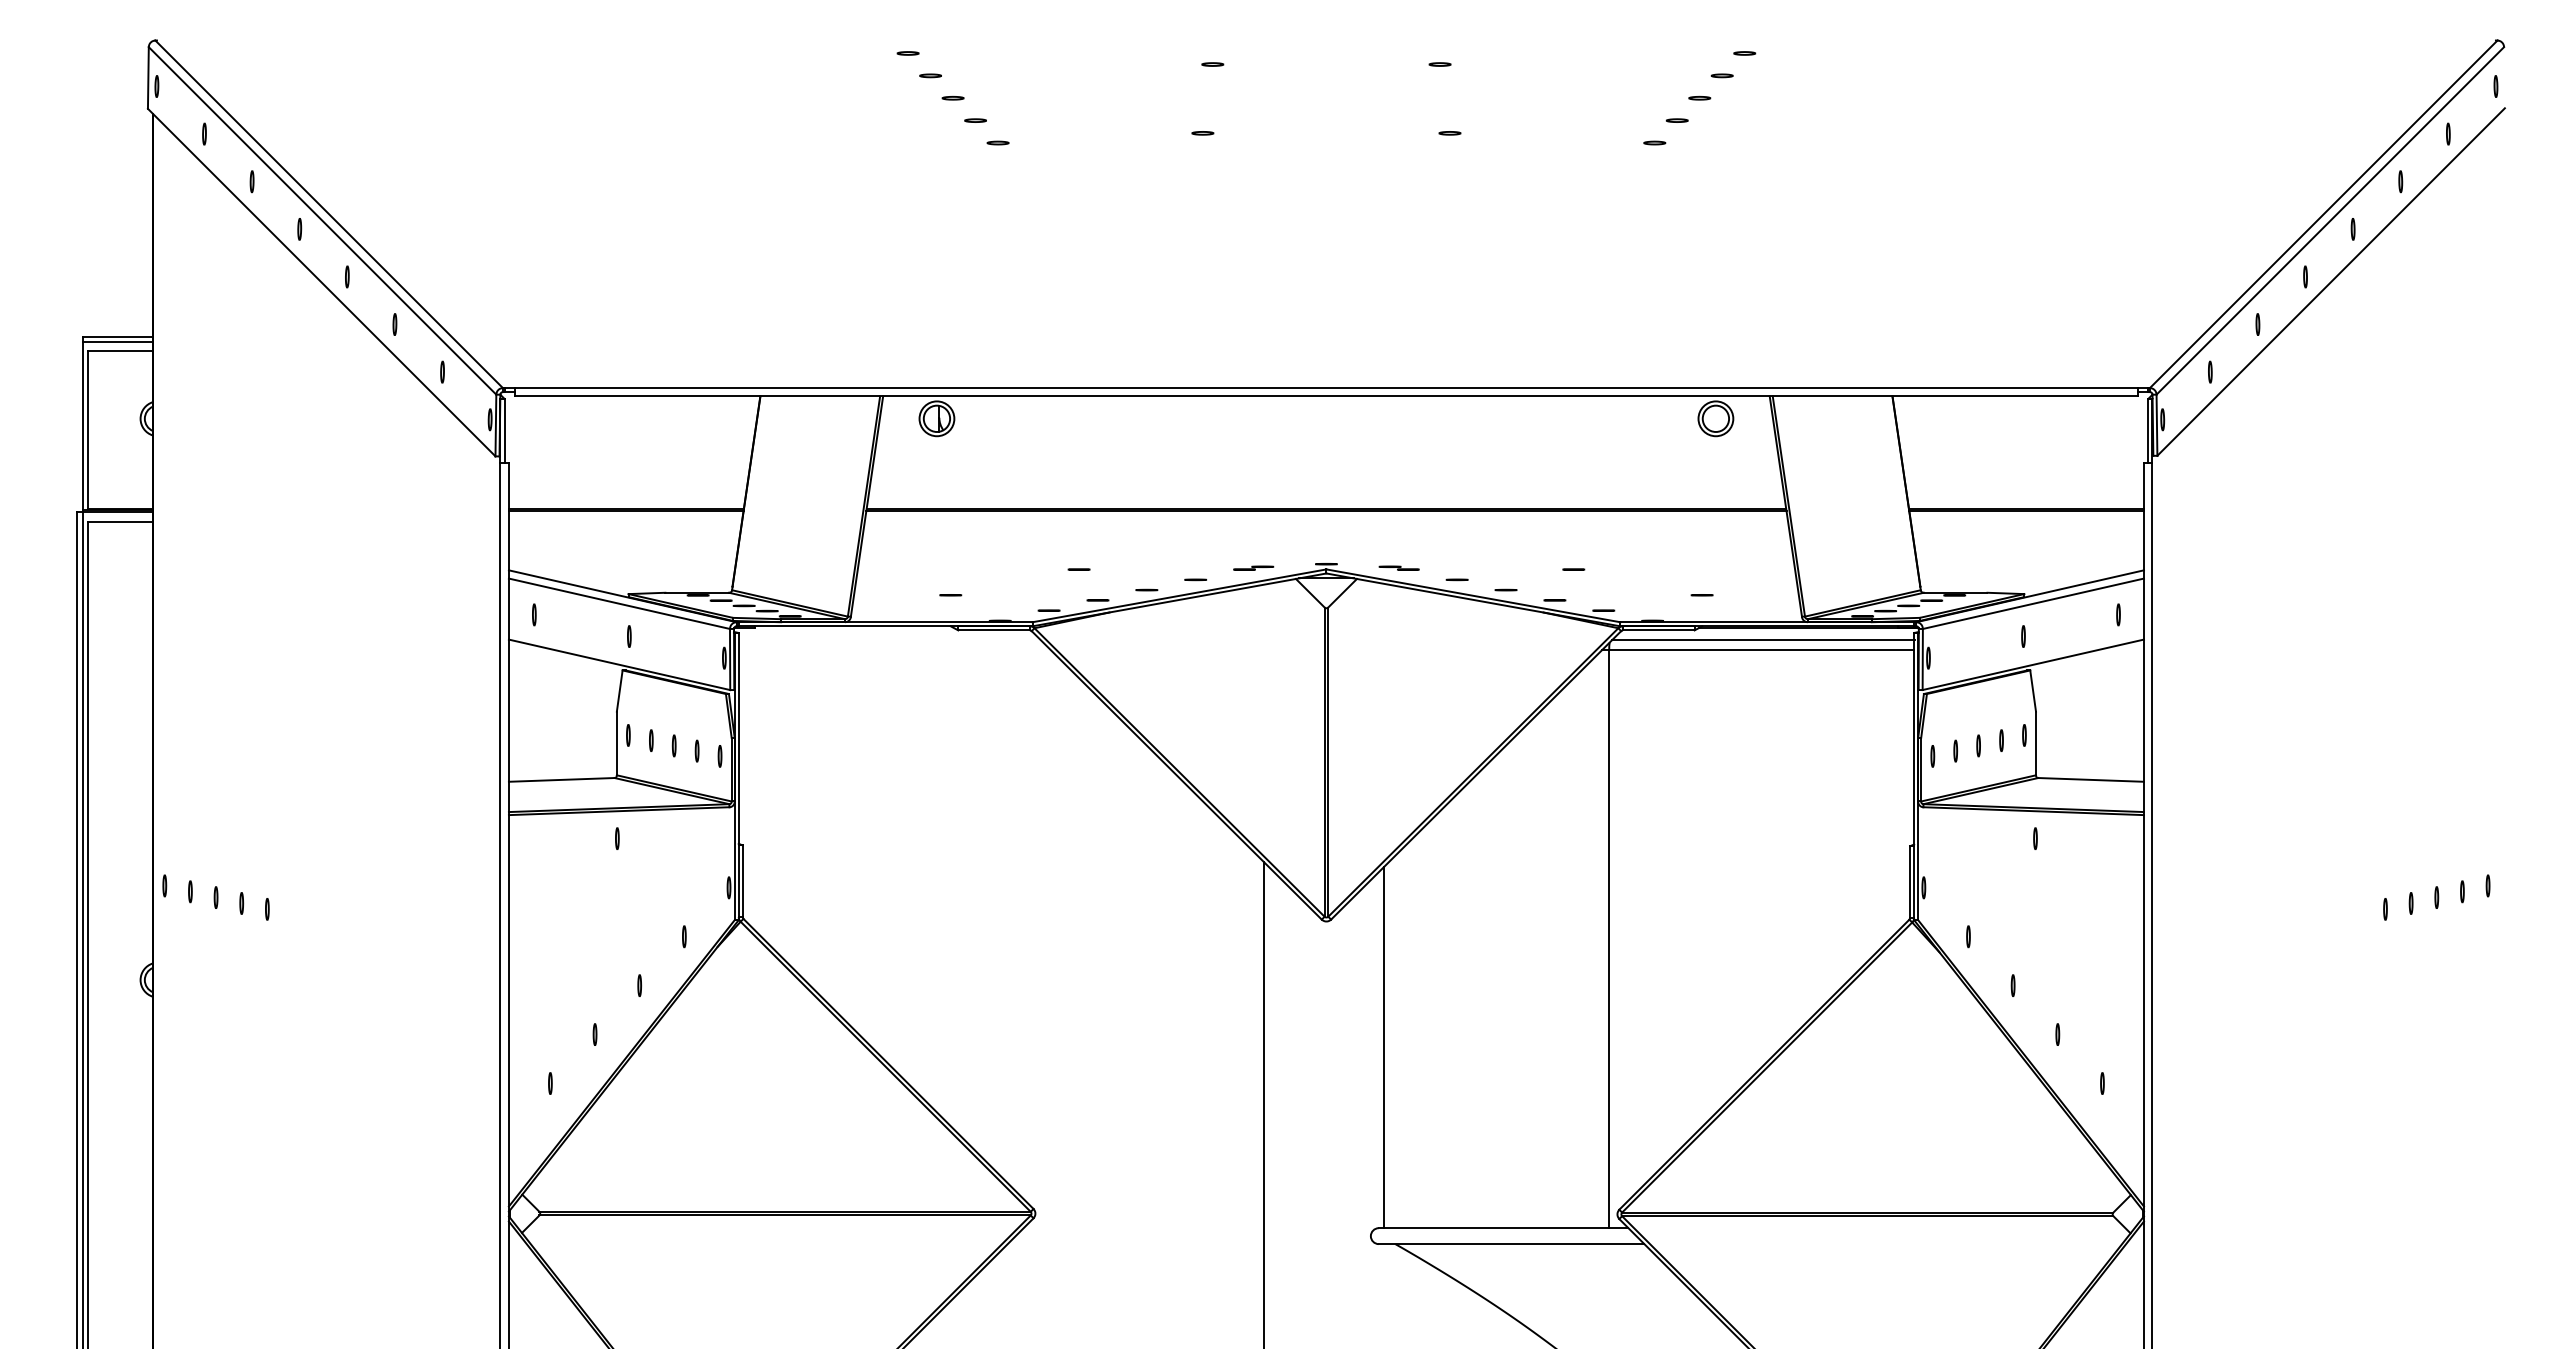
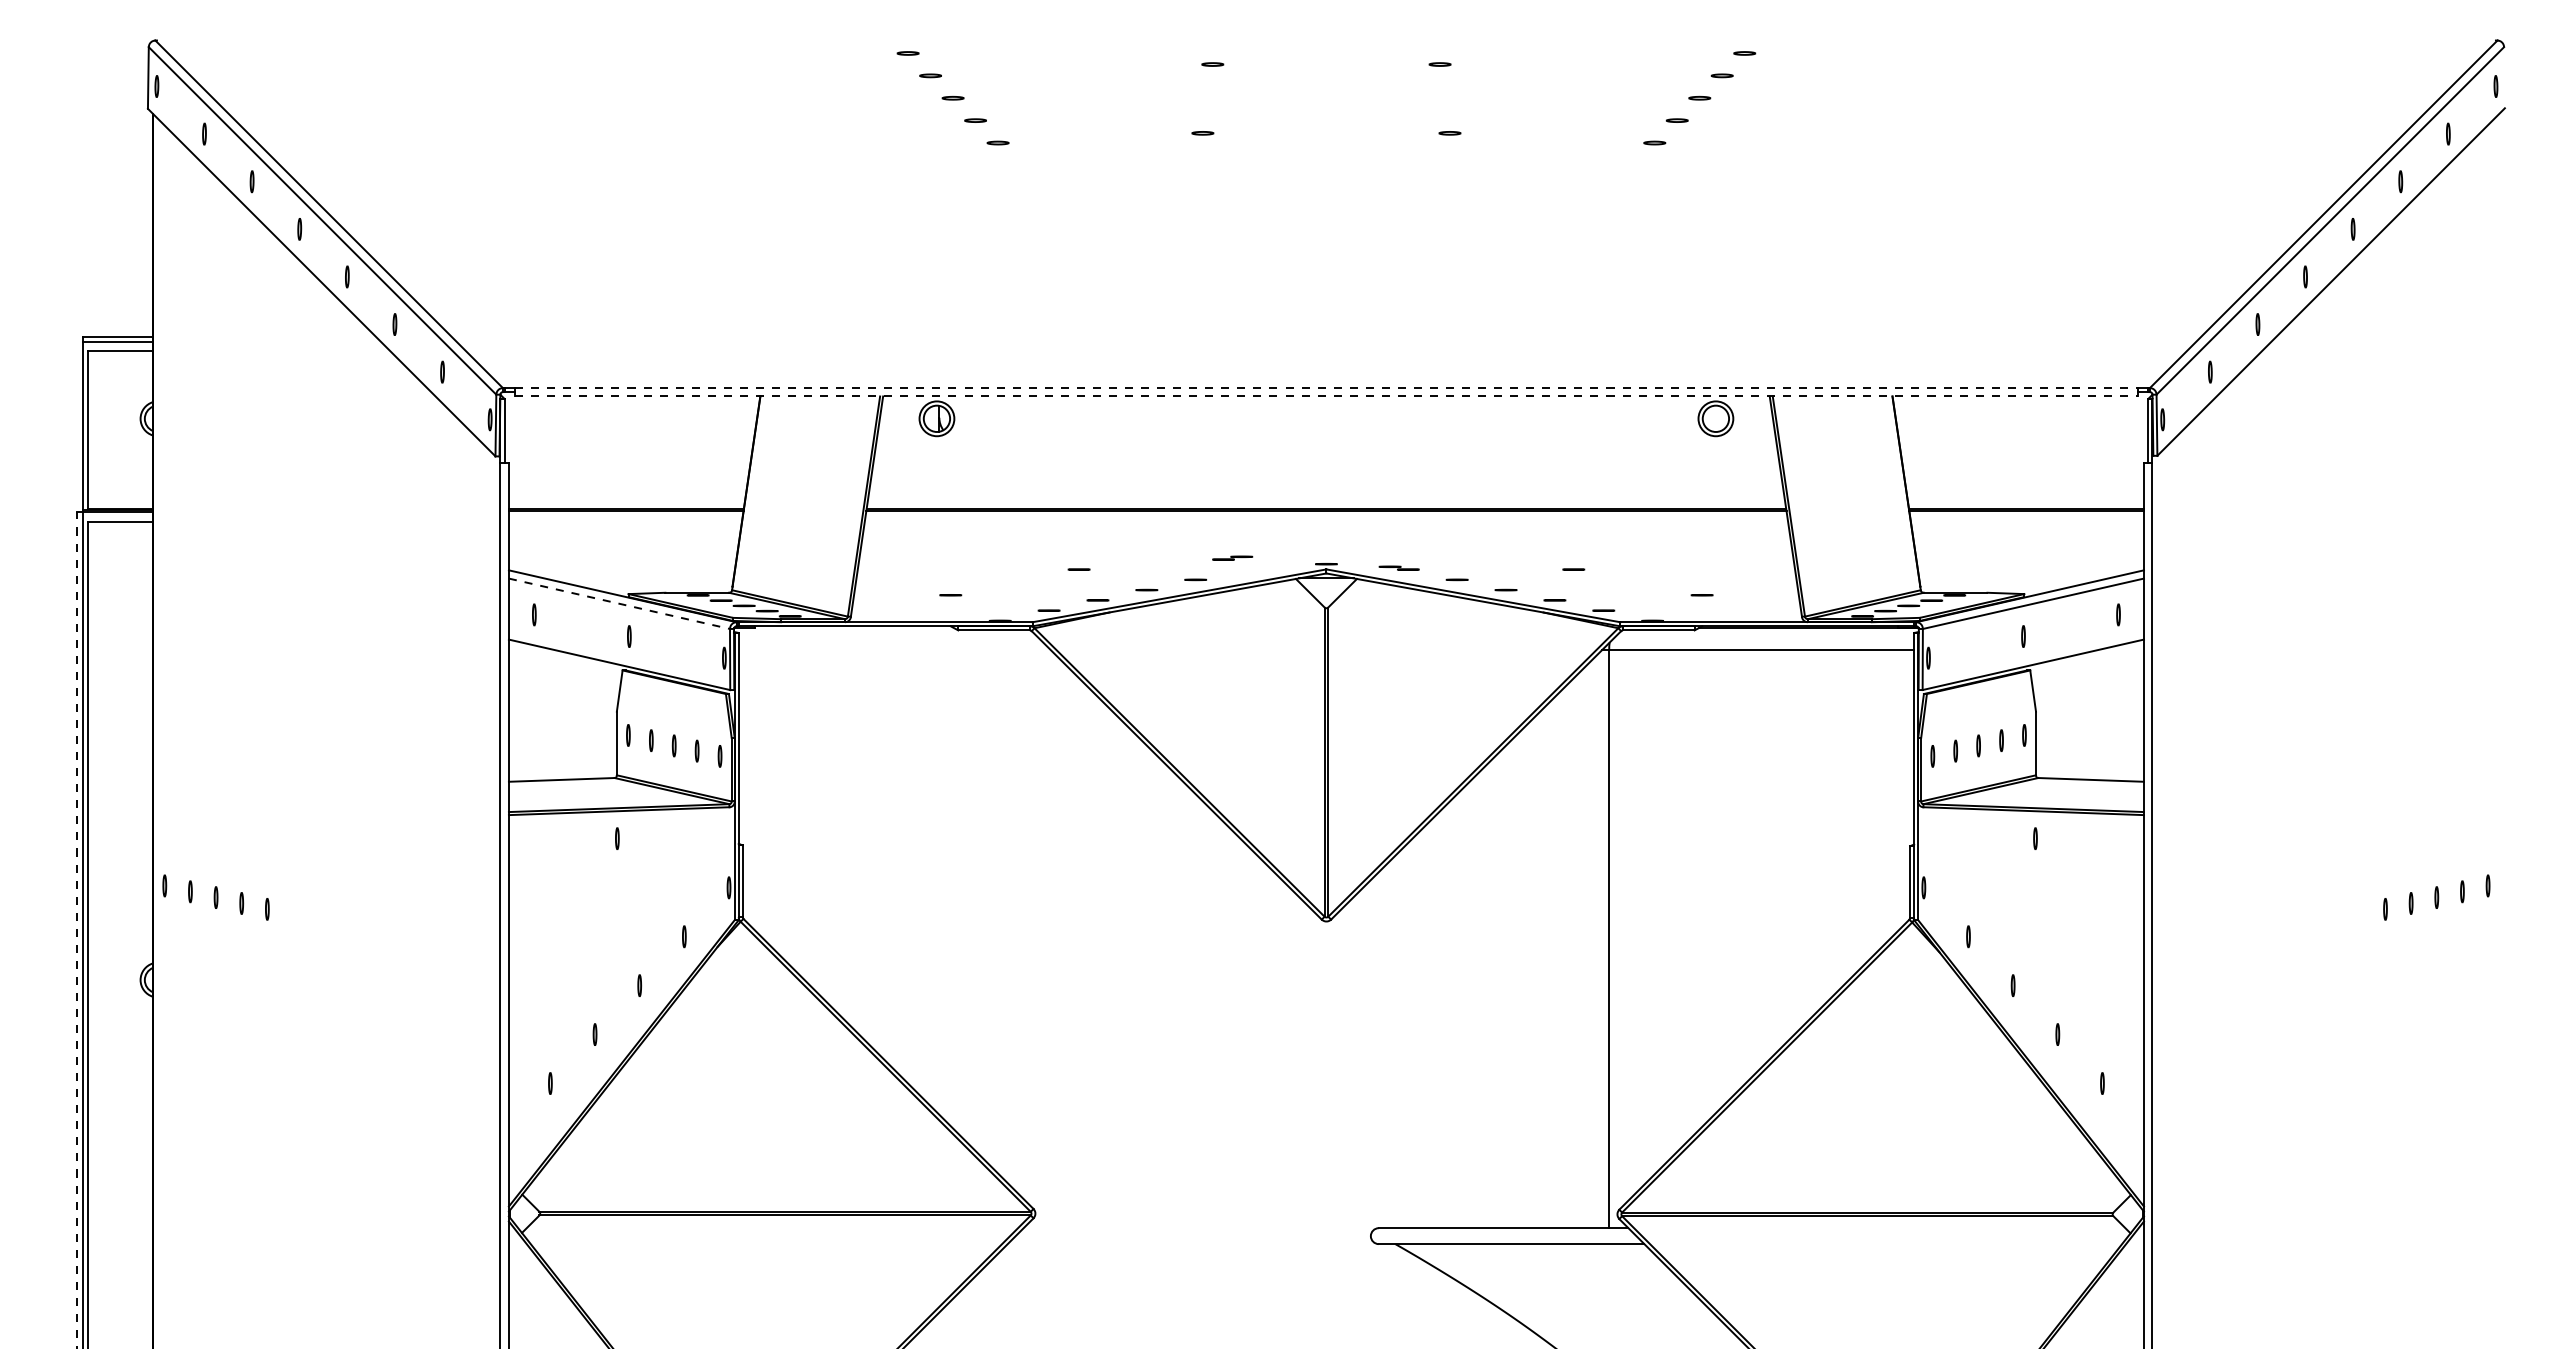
line at (1326, 388): solid -> dashed
line at (1326, 396): solid -> dashed
part at (1253, 567) position: (1253, 567) -> (1232, 557)
line at (619, 603): solid -> dashed
line at (1762, 640): present -> none
line at (77, 930): solid -> dashed
line at (1383, 1047): present -> none
line at (1263, 1103): present -> none
